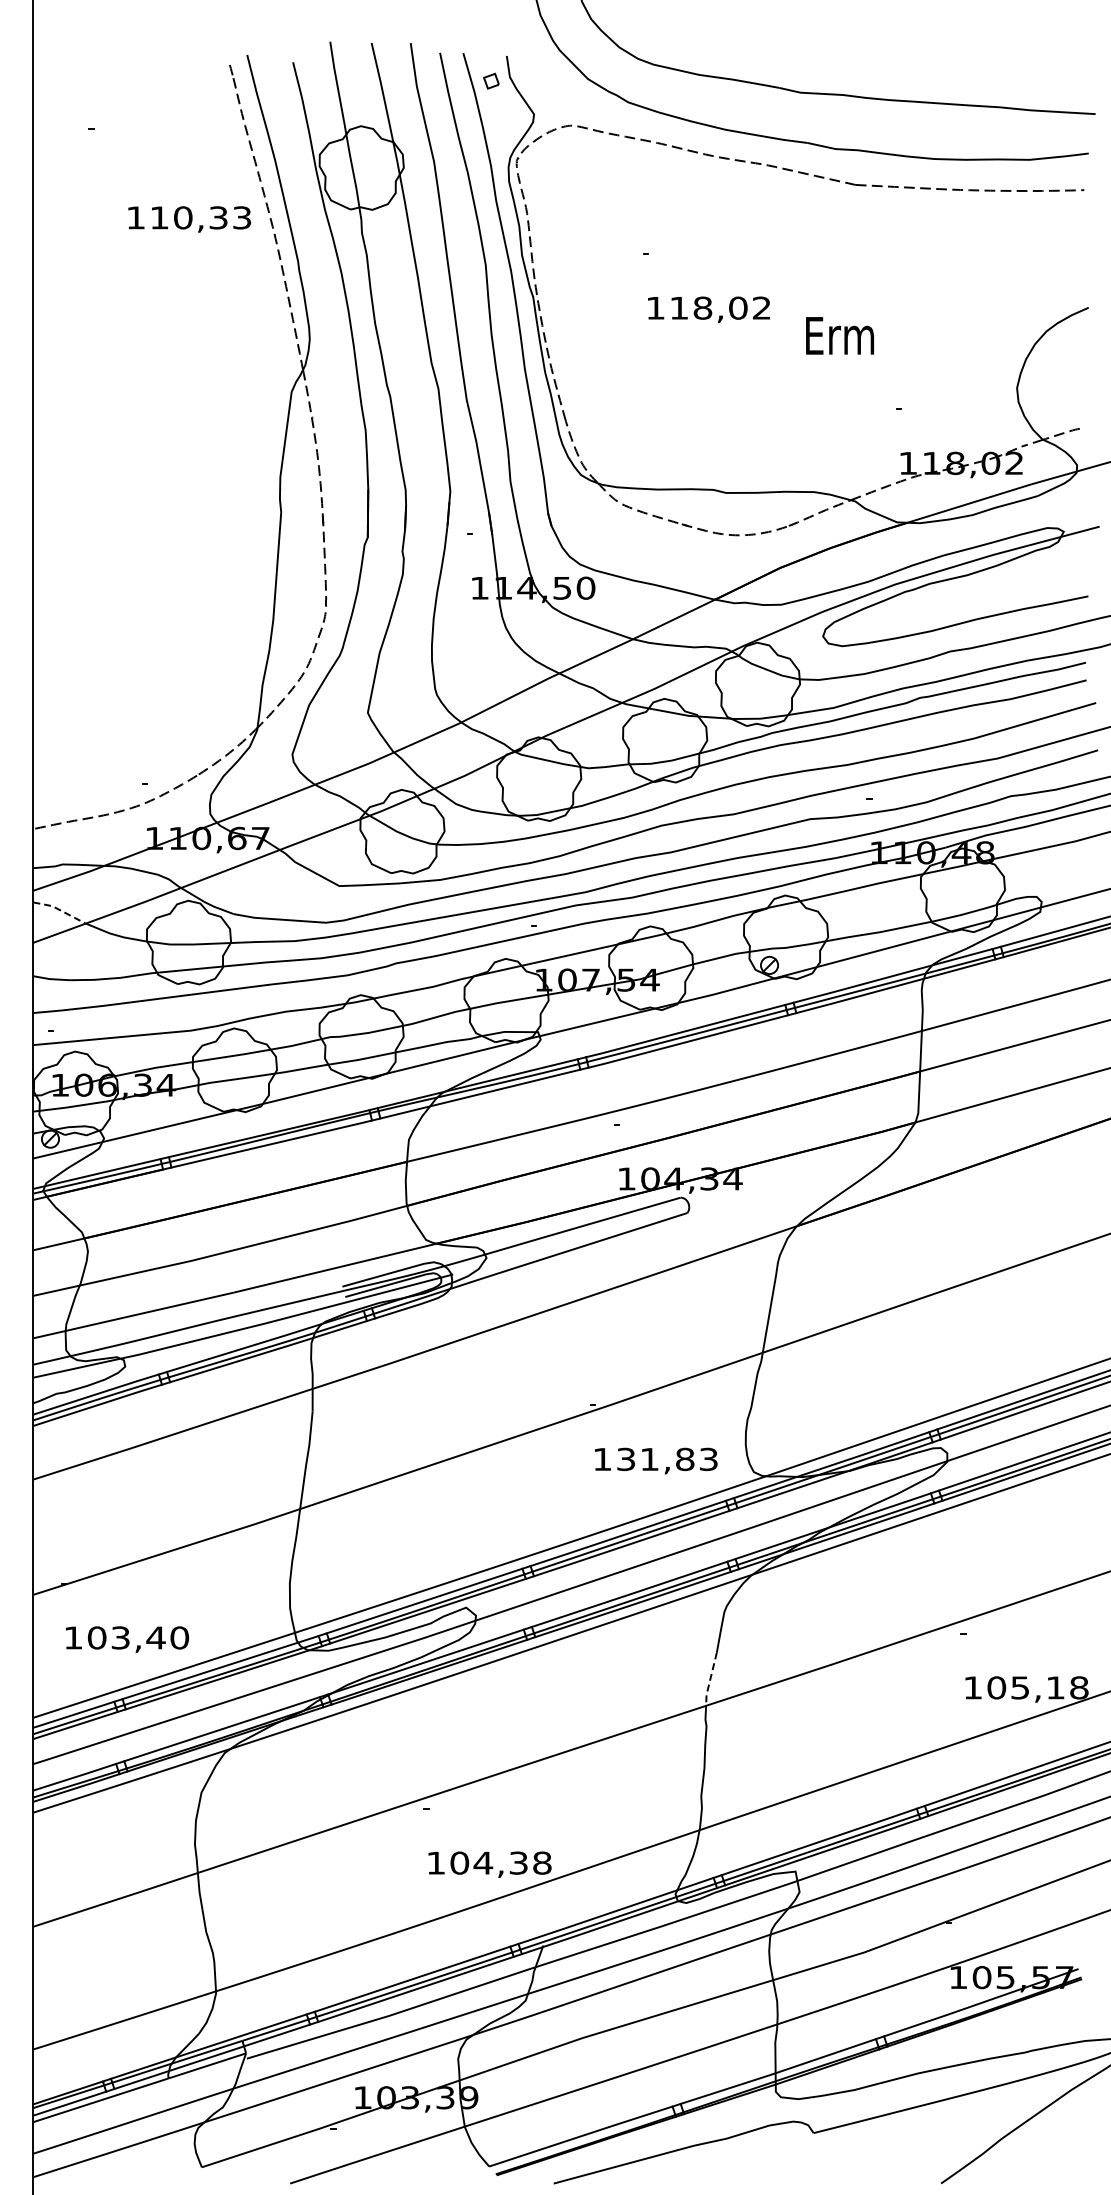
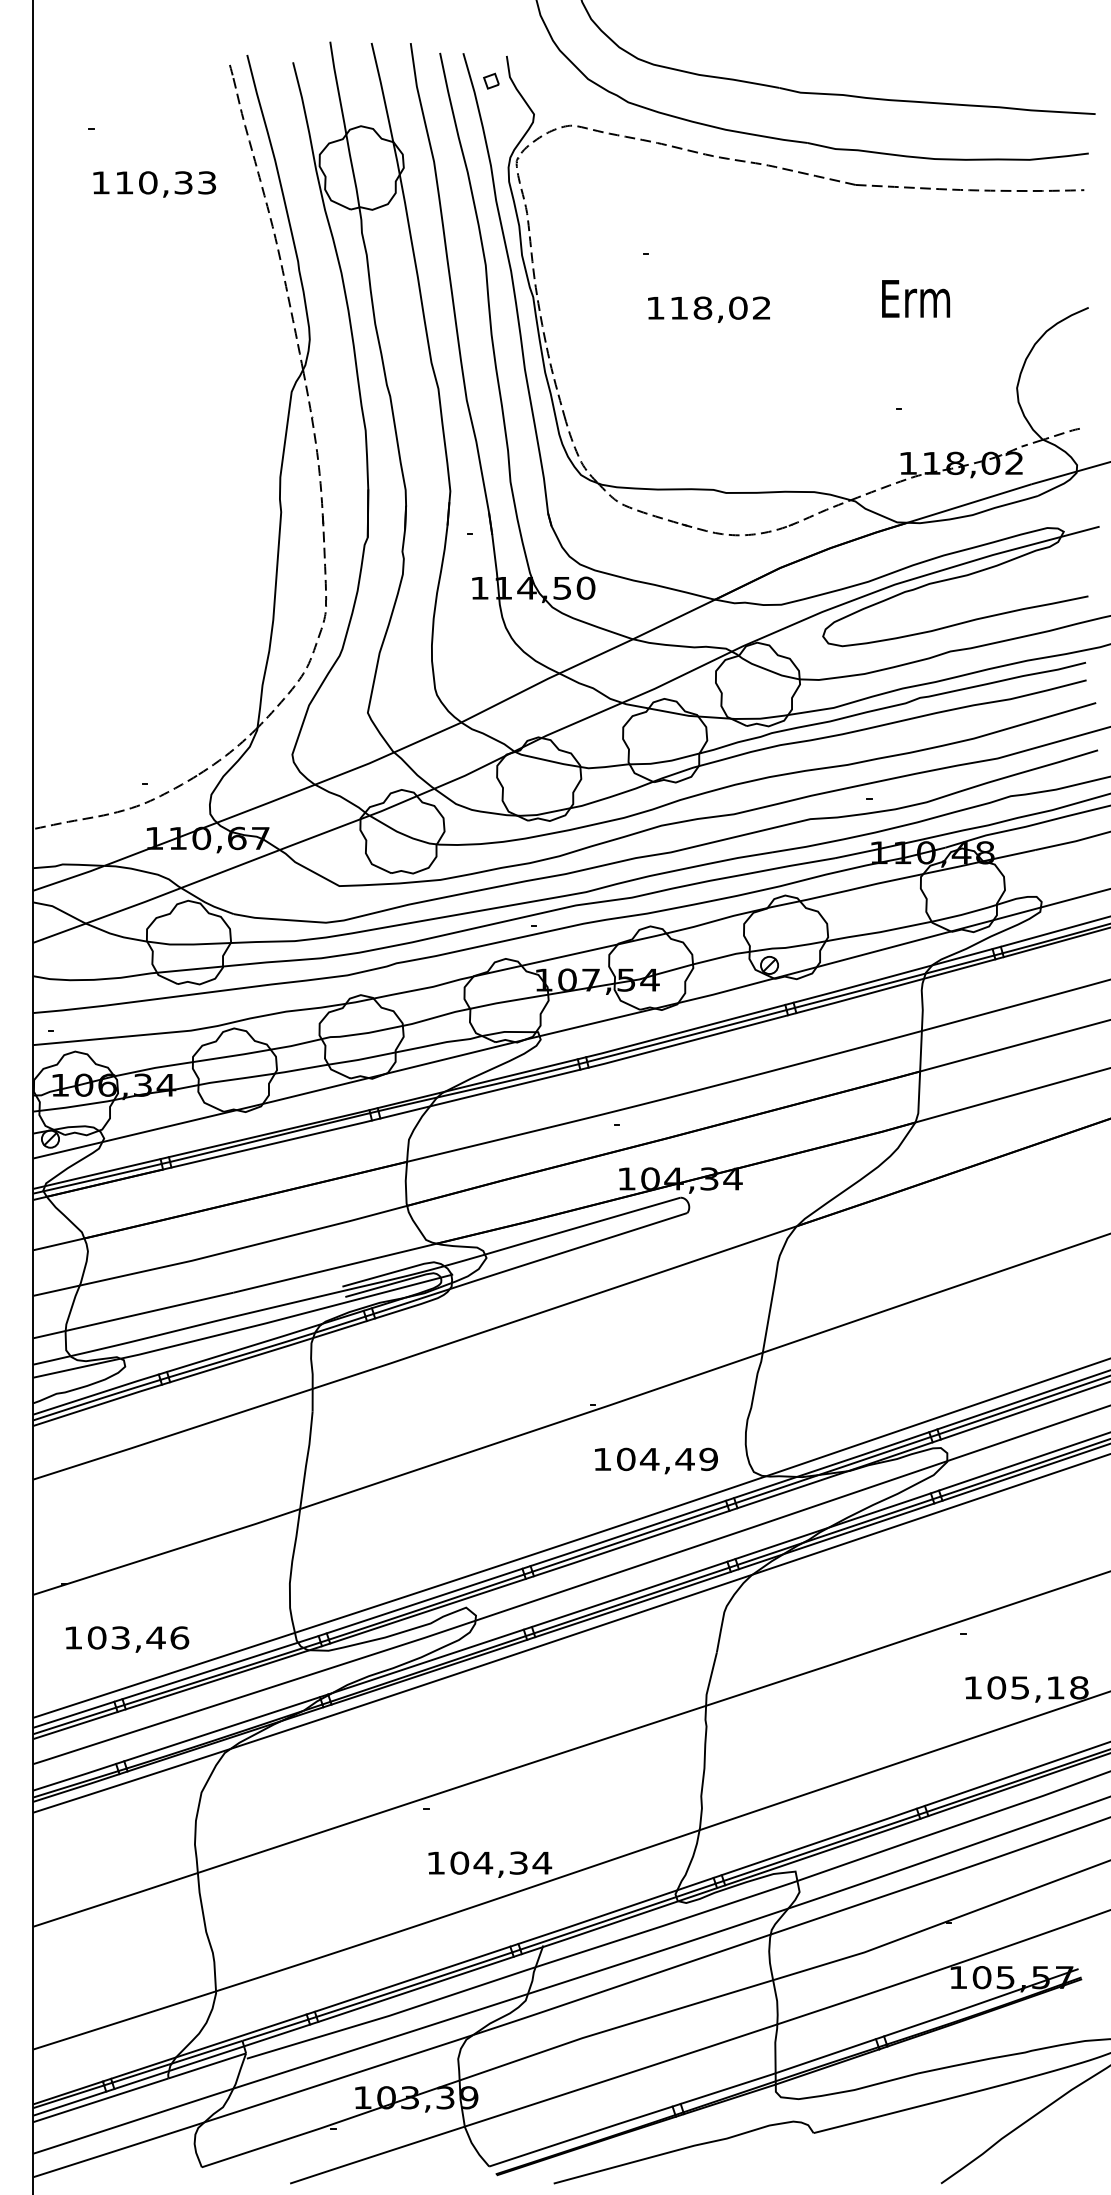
text at (189, 219) position: (189, 219) -> (154, 184)
text at (839, 335) position: (839, 335) -> (915, 298)
line at (60, 910): dashed -> solid
text at (667, 1459): 131,83 -> 104,49
text at (179, 1637): 103,40 -> 103,46
line at (710, 1680): dashed -> solid
text at (542, 1862): 104,38 -> 104,34
